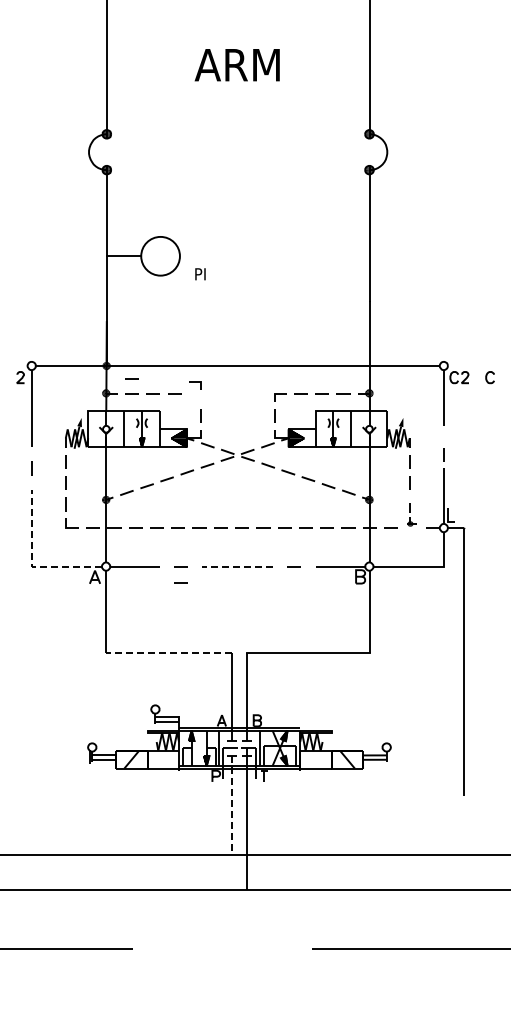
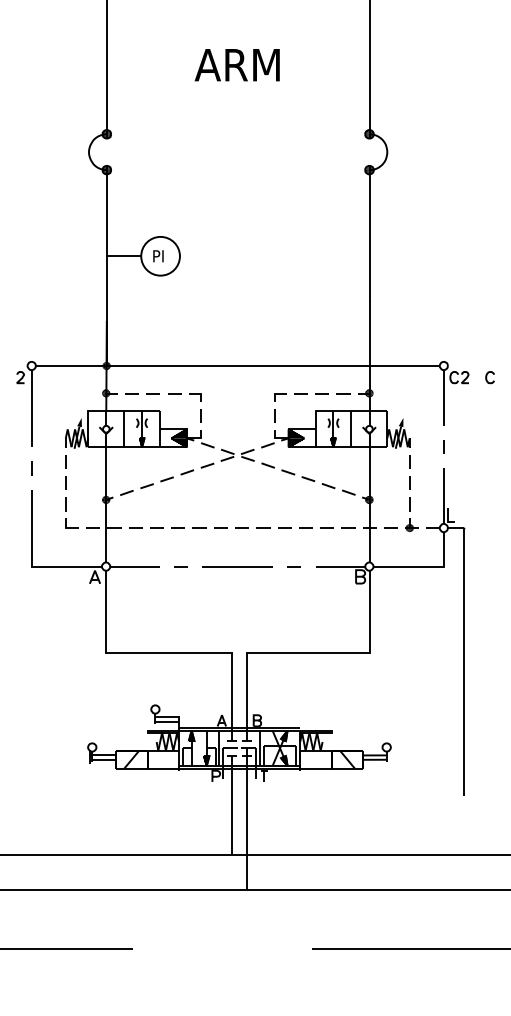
text at (200, 274) position: (200, 274) -> (158, 256)
line at (131, 378): present -> none
line at (195, 382) position: (195, 382) -> (195, 394)
line at (443, 454) position: (443, 454) -> (443, 446)
part at (411, 514) size: 10x24 px -> 14x35 px
line at (31, 563): dashed -> solid
line at (237, 566): dashed -> solid
line at (180, 582): present -> none
line at (169, 653): dashed -> solid
line at (231, 805): dashed -> solid
